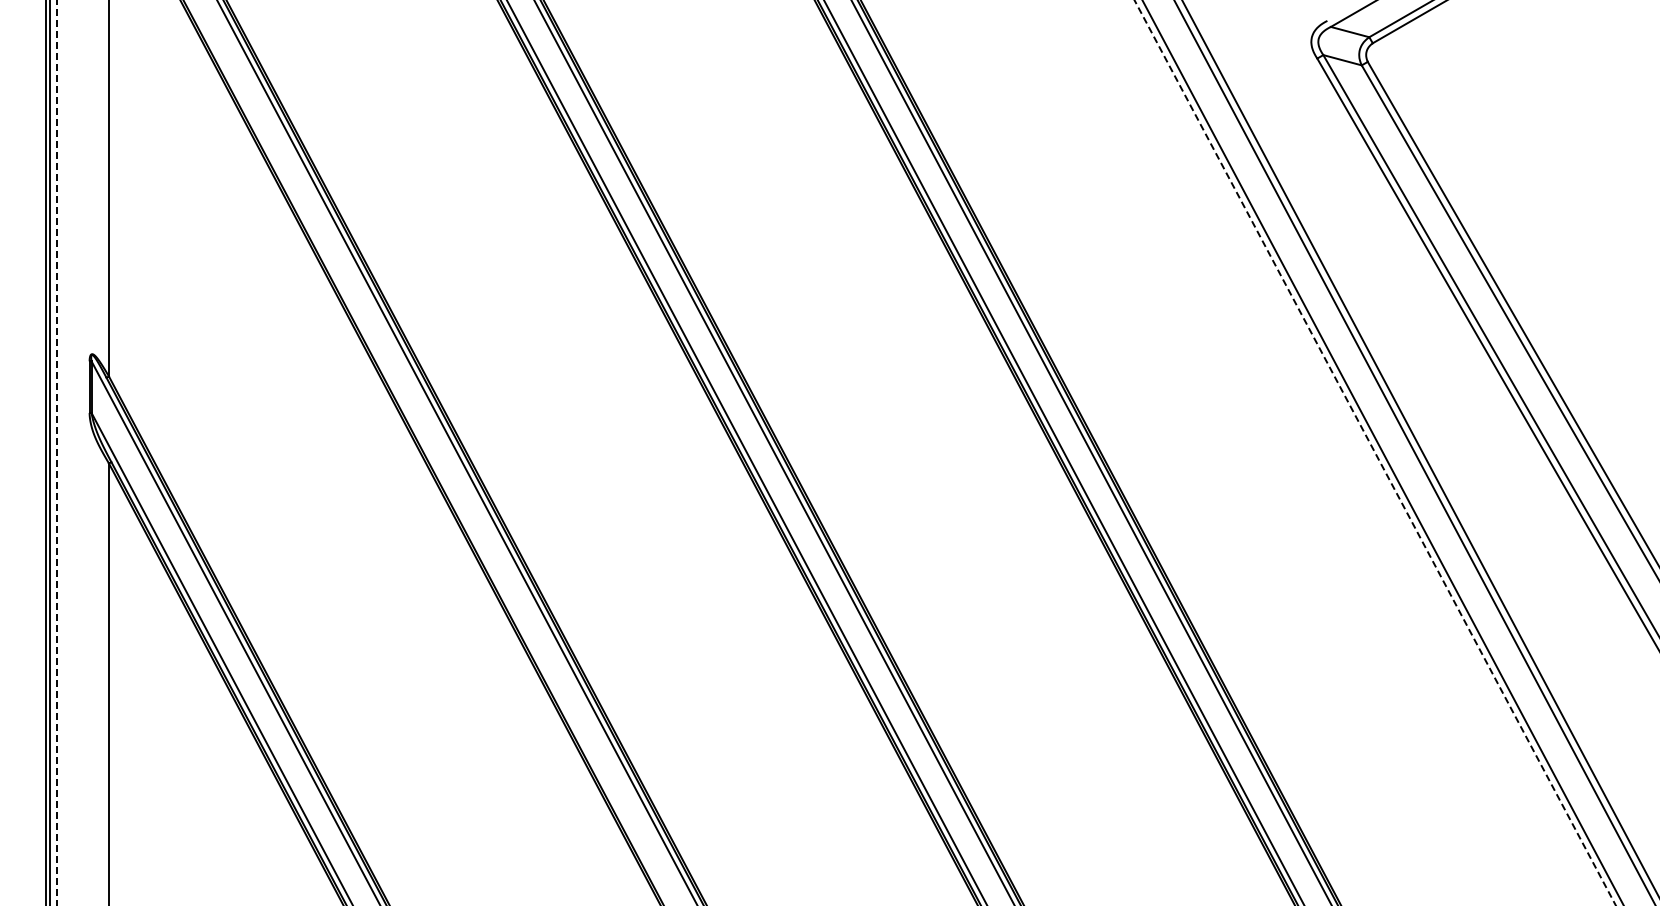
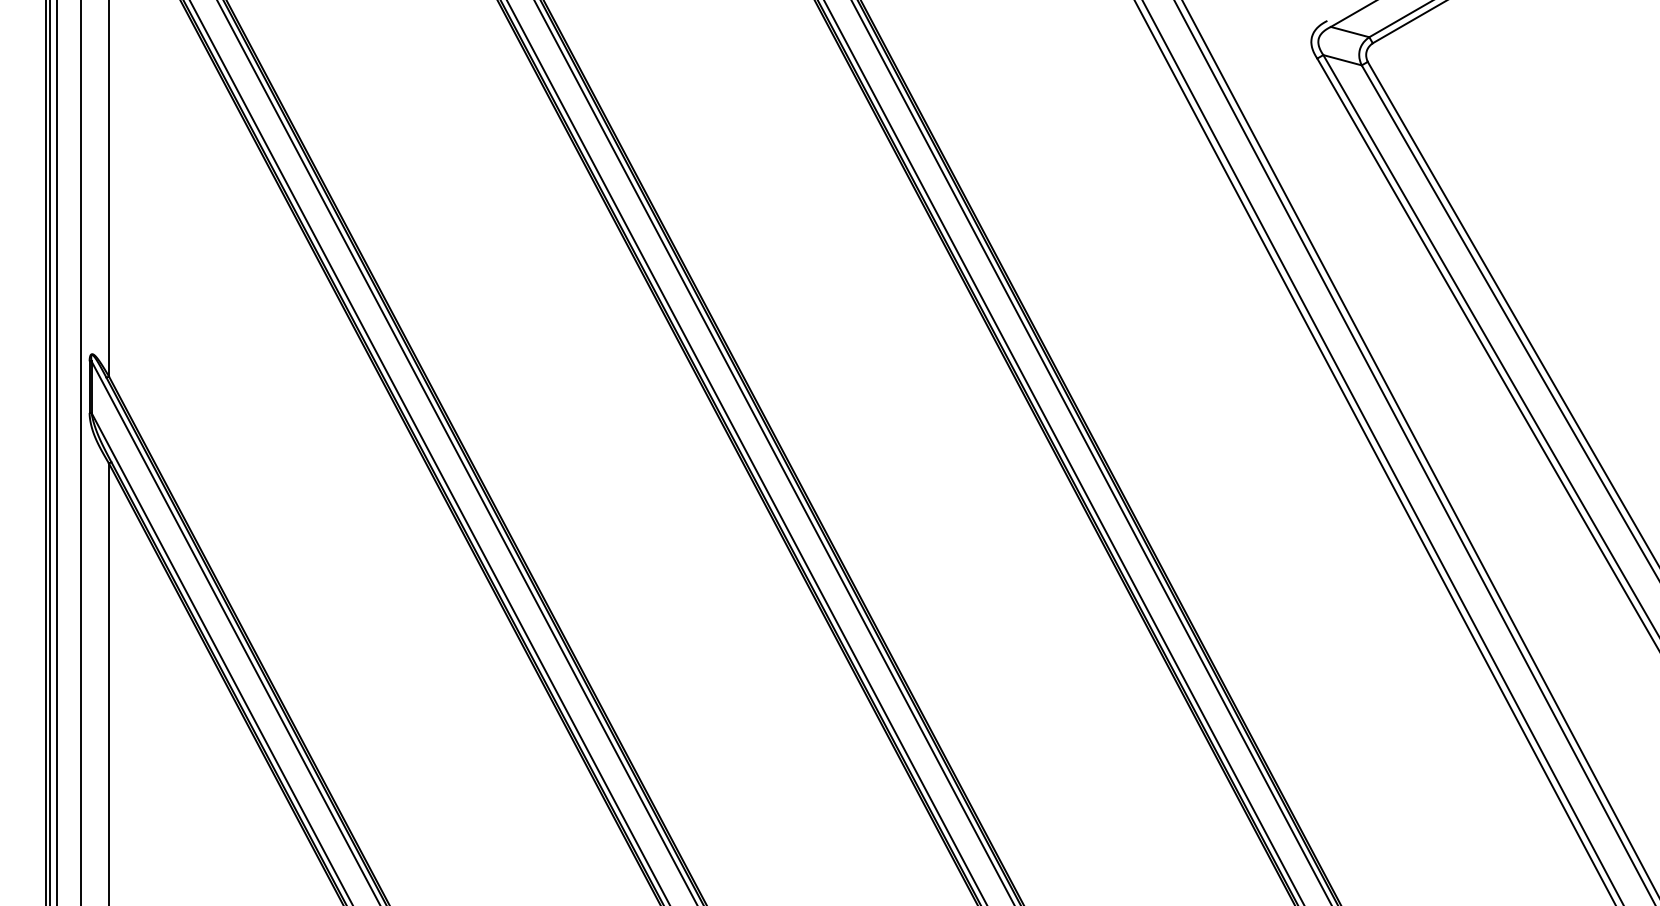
line at (81, 452): none -> present
line at (429, 452): none -> present
line at (1375, 452): dashed -> solid
line at (57, 453): dashed -> solid
